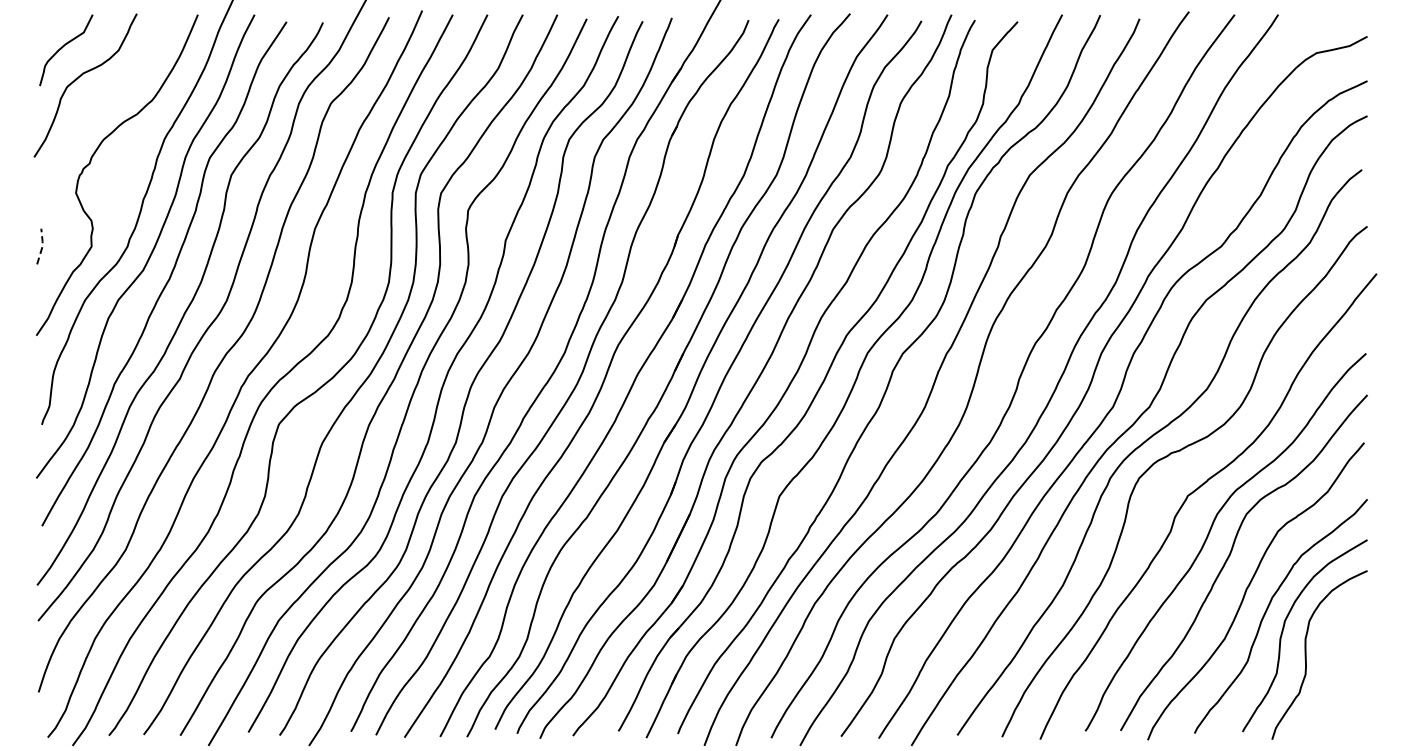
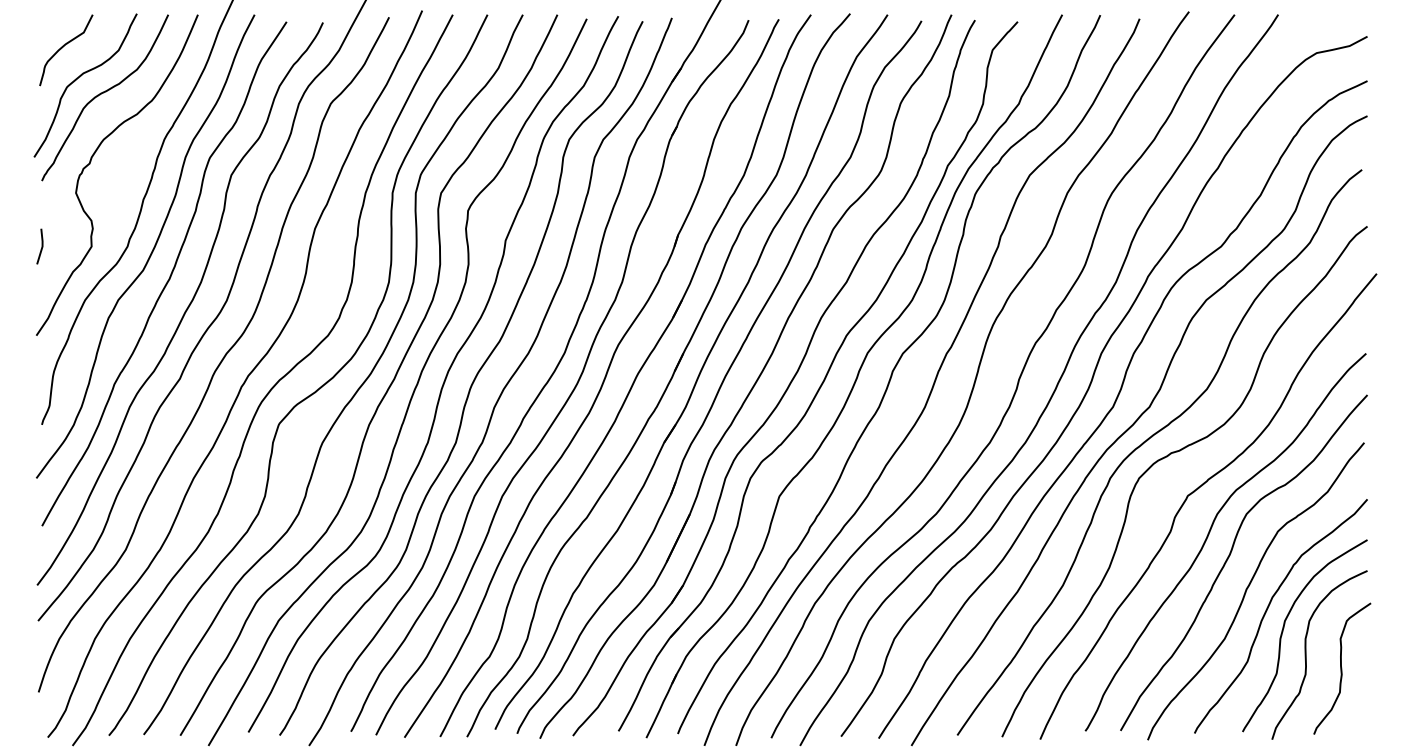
curve at (103, 93): none -> present
line at (42, 246): dashed -> solid
curve at (1342, 668): none -> present
